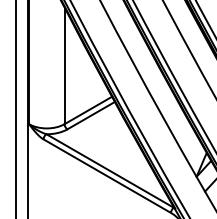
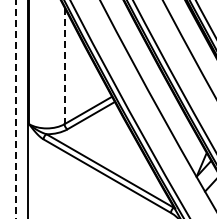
line at (64, 66): solid -> dashed
line at (15, 109): solid -> dashed
